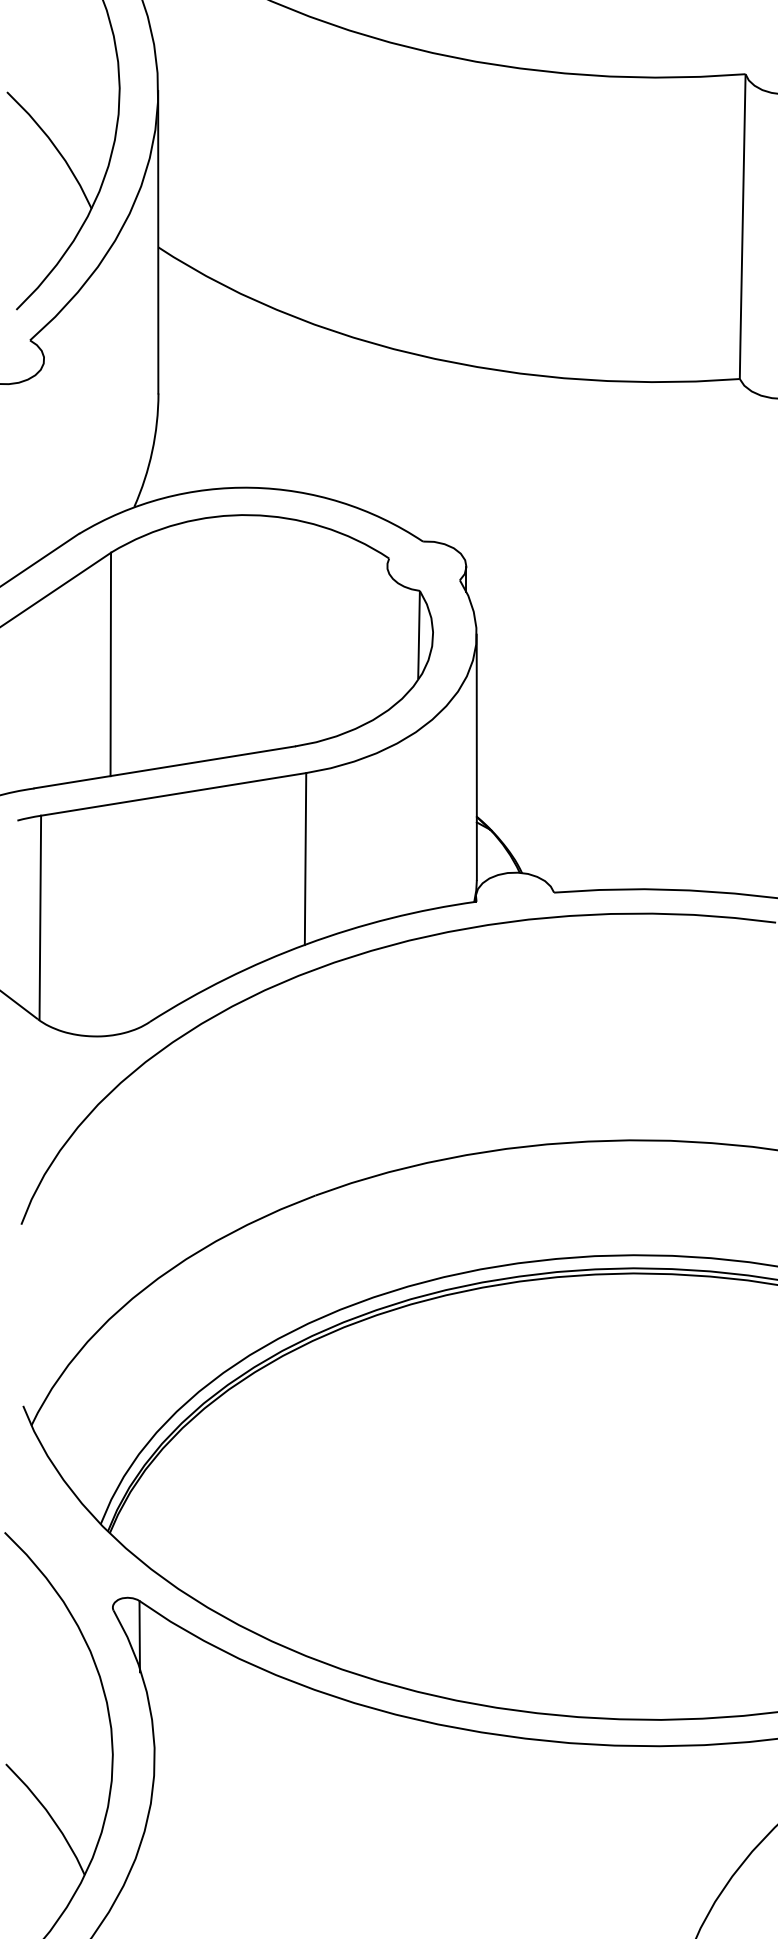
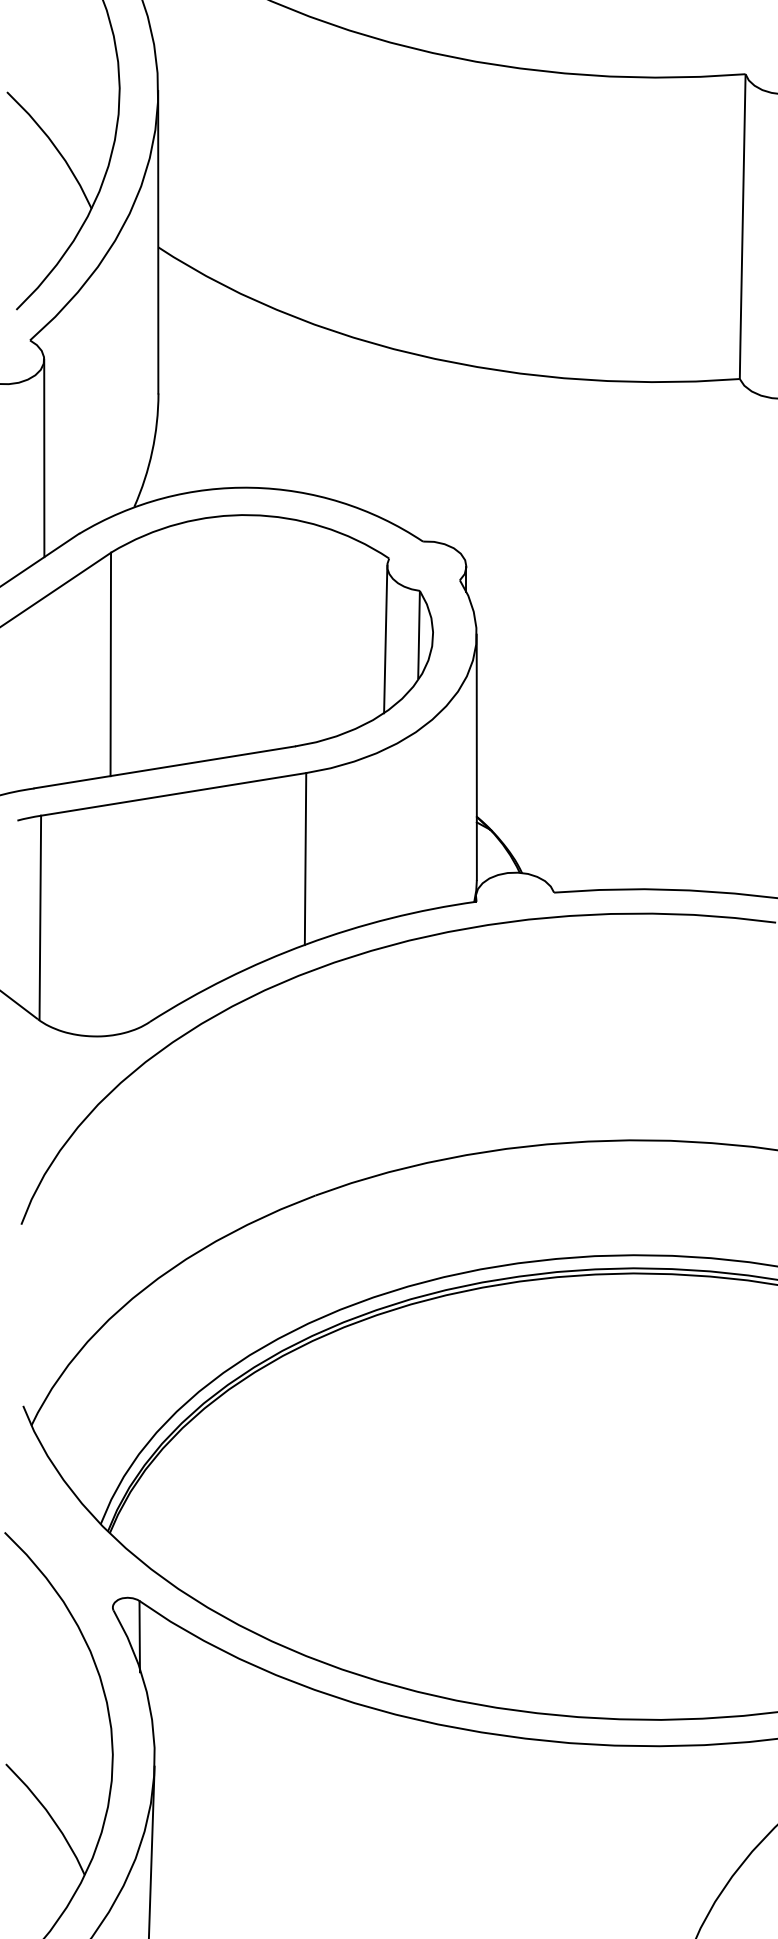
line at (44, 458): none -> present
line at (385, 639): none -> present
line at (151, 1850): none -> present
